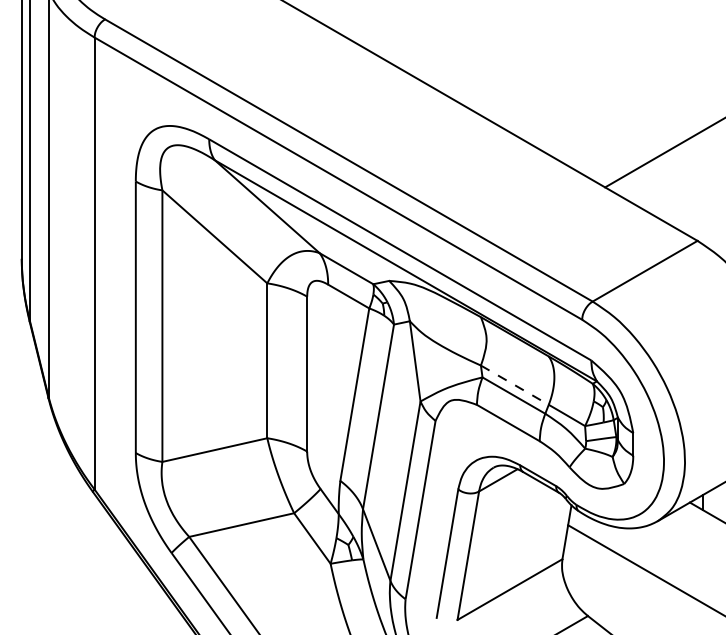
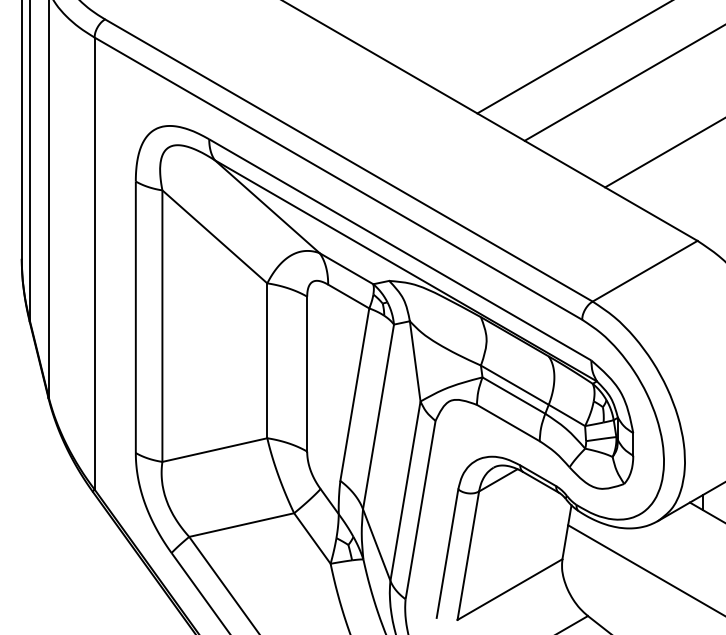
line at (573, 57): none -> present
line at (623, 83): none -> present
line at (515, 385): dashed -> solid
